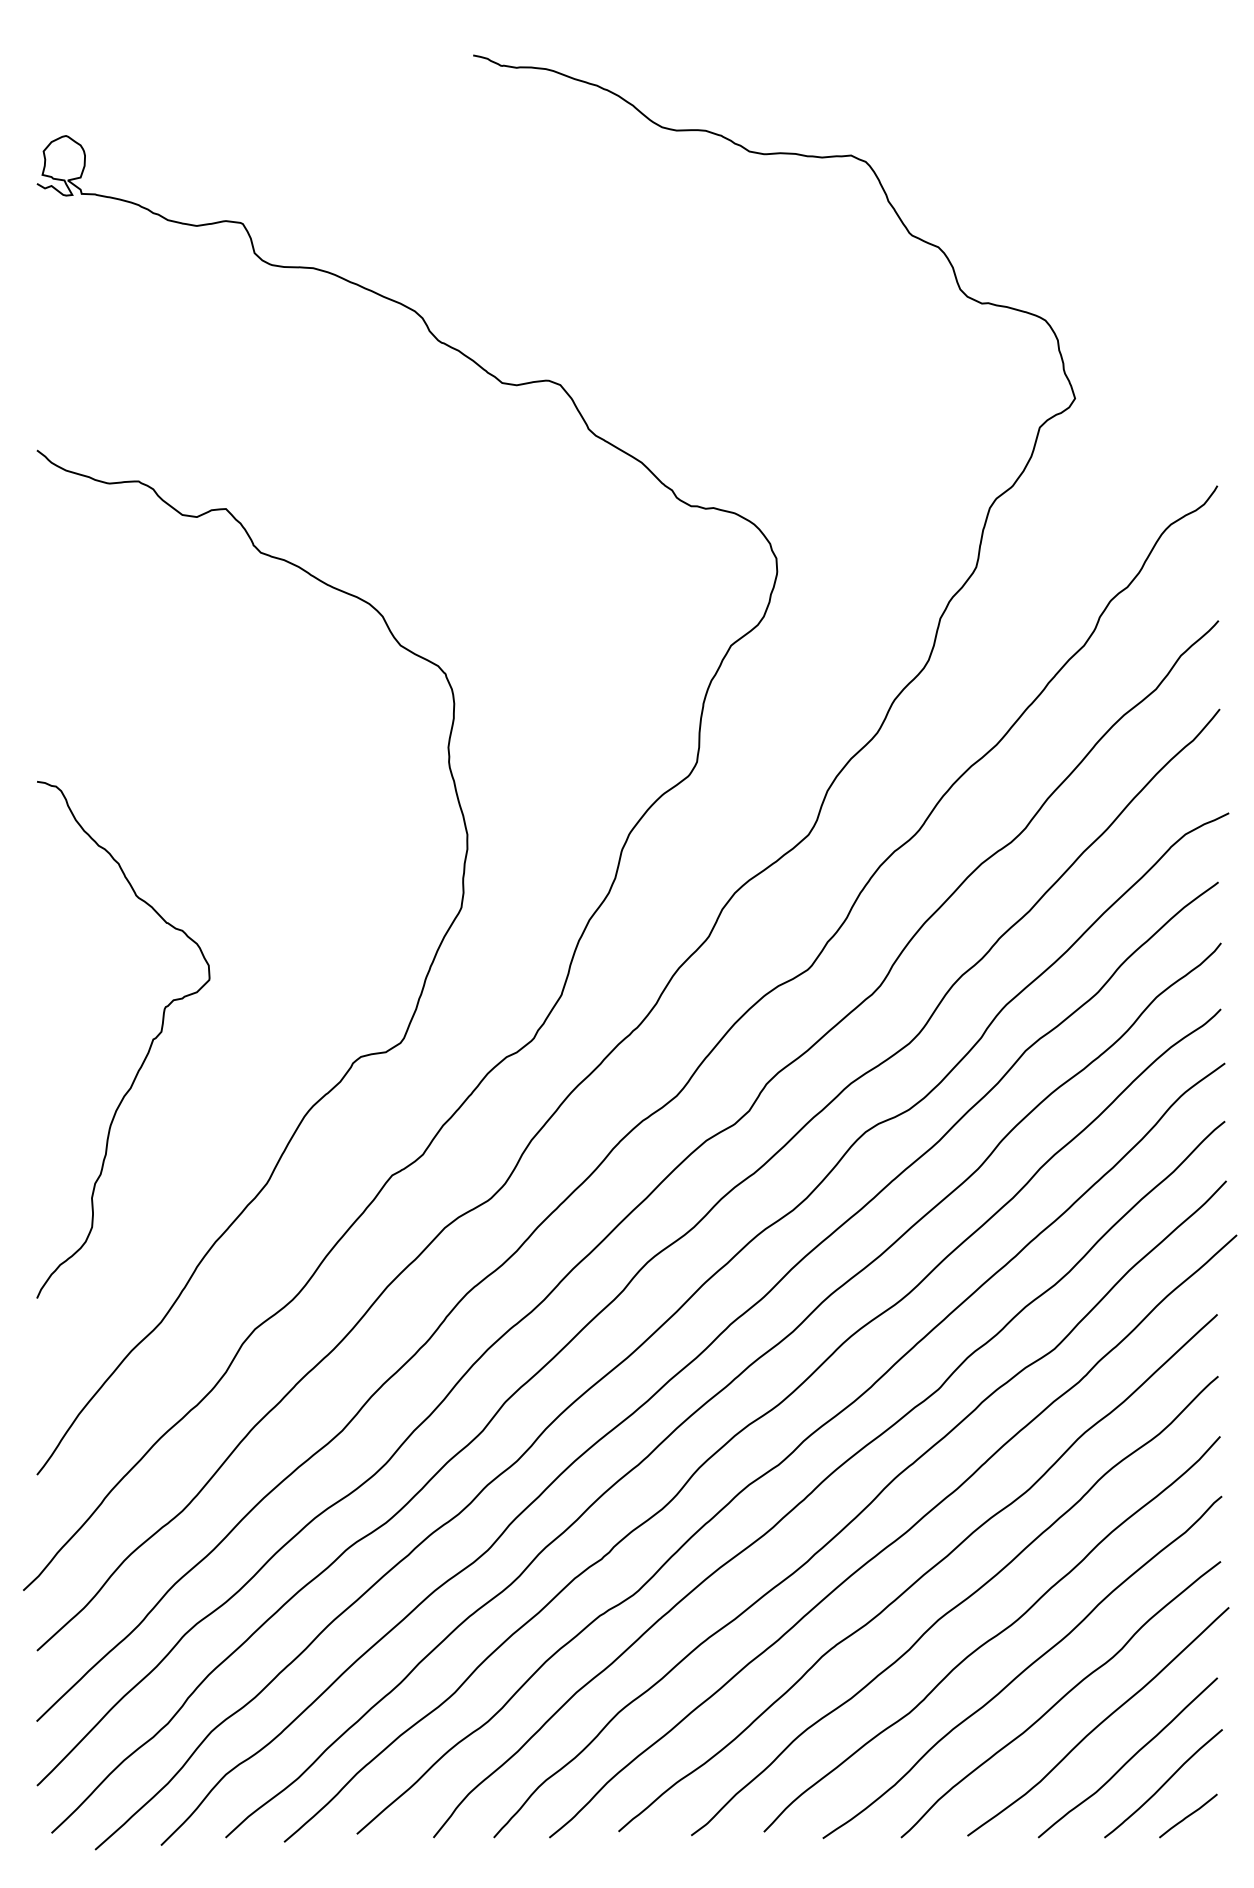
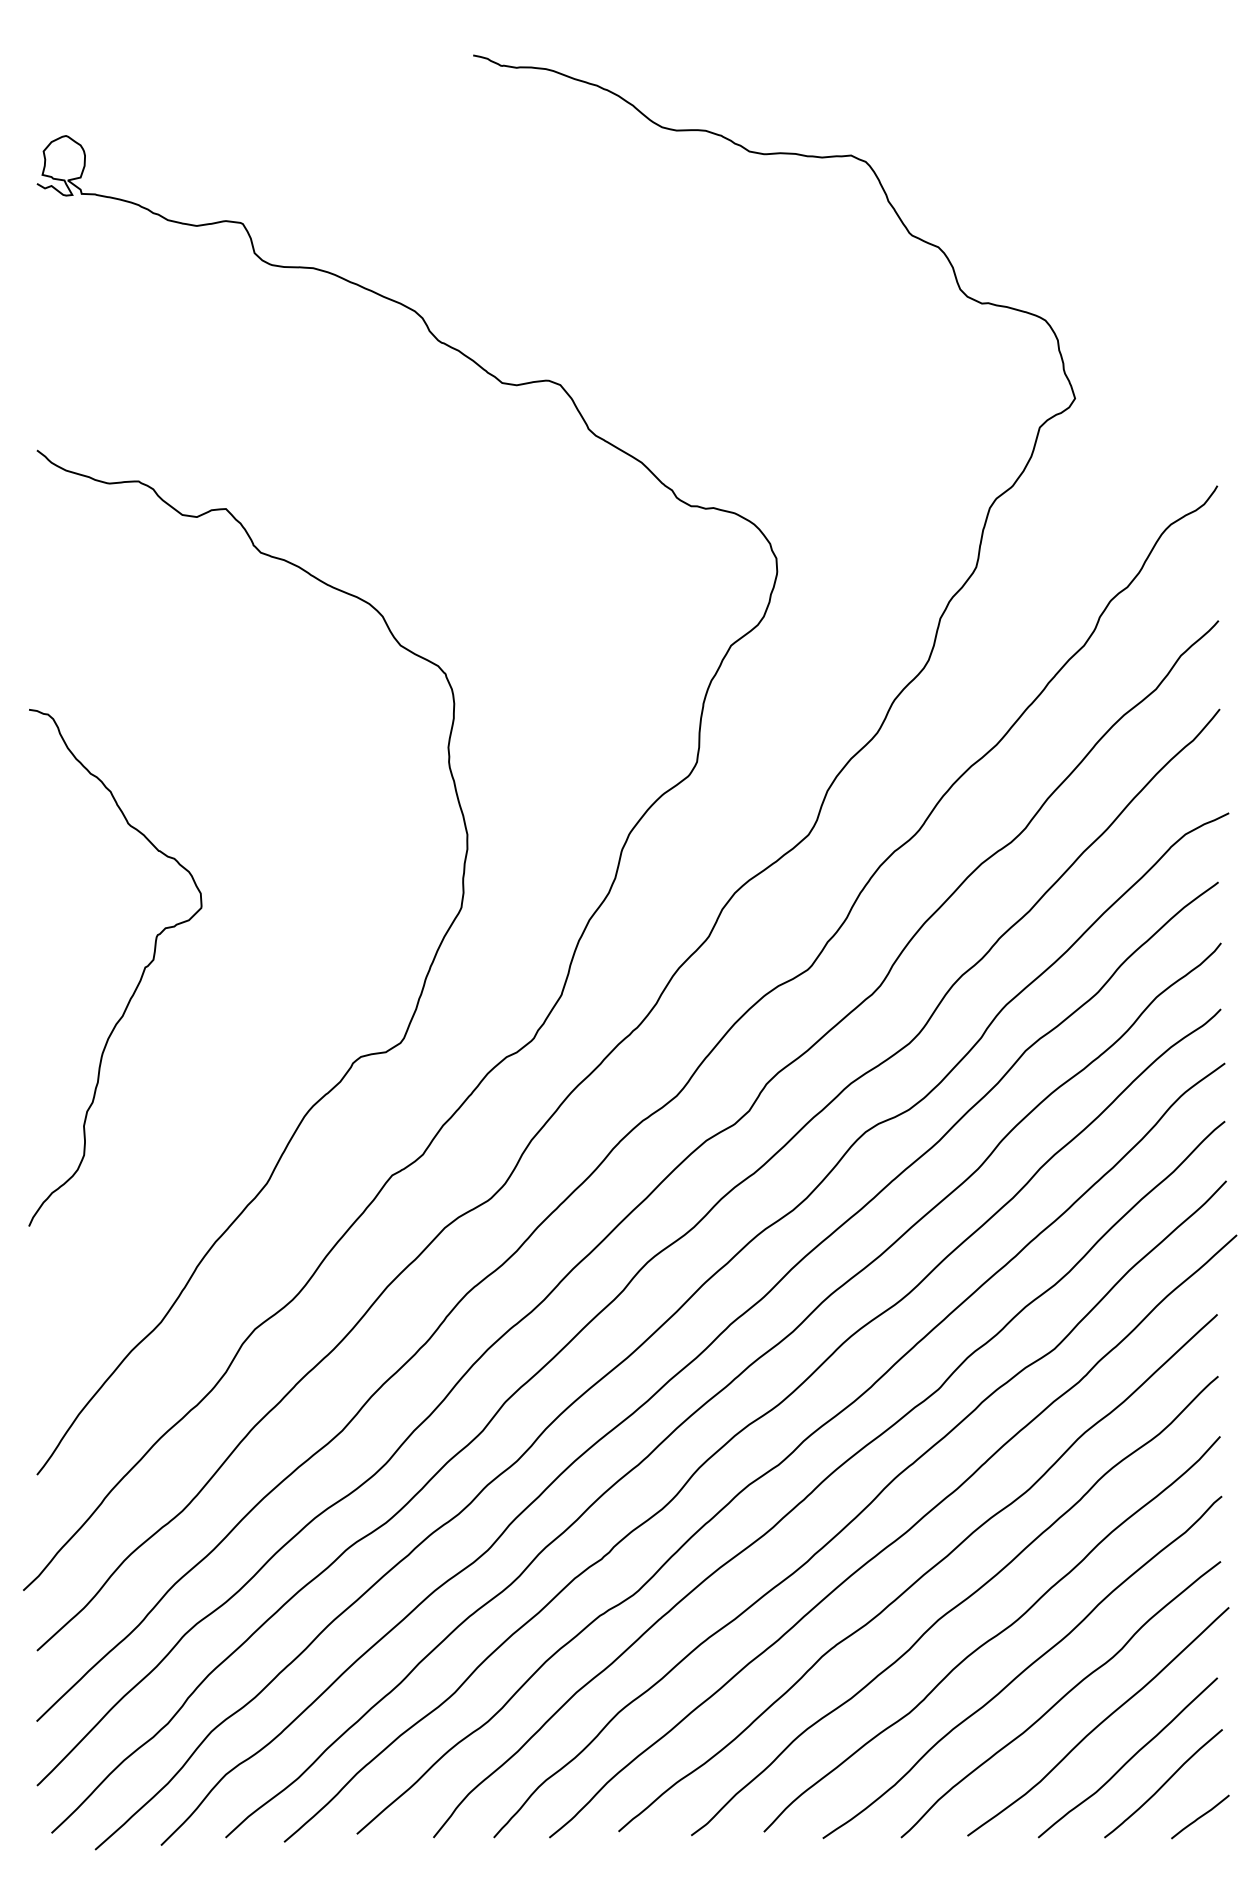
curve at (149, 1046) position: (149, 1046) -> (141, 974)
curve at (1188, 1815) position: (1188, 1815) -> (1200, 1816)
